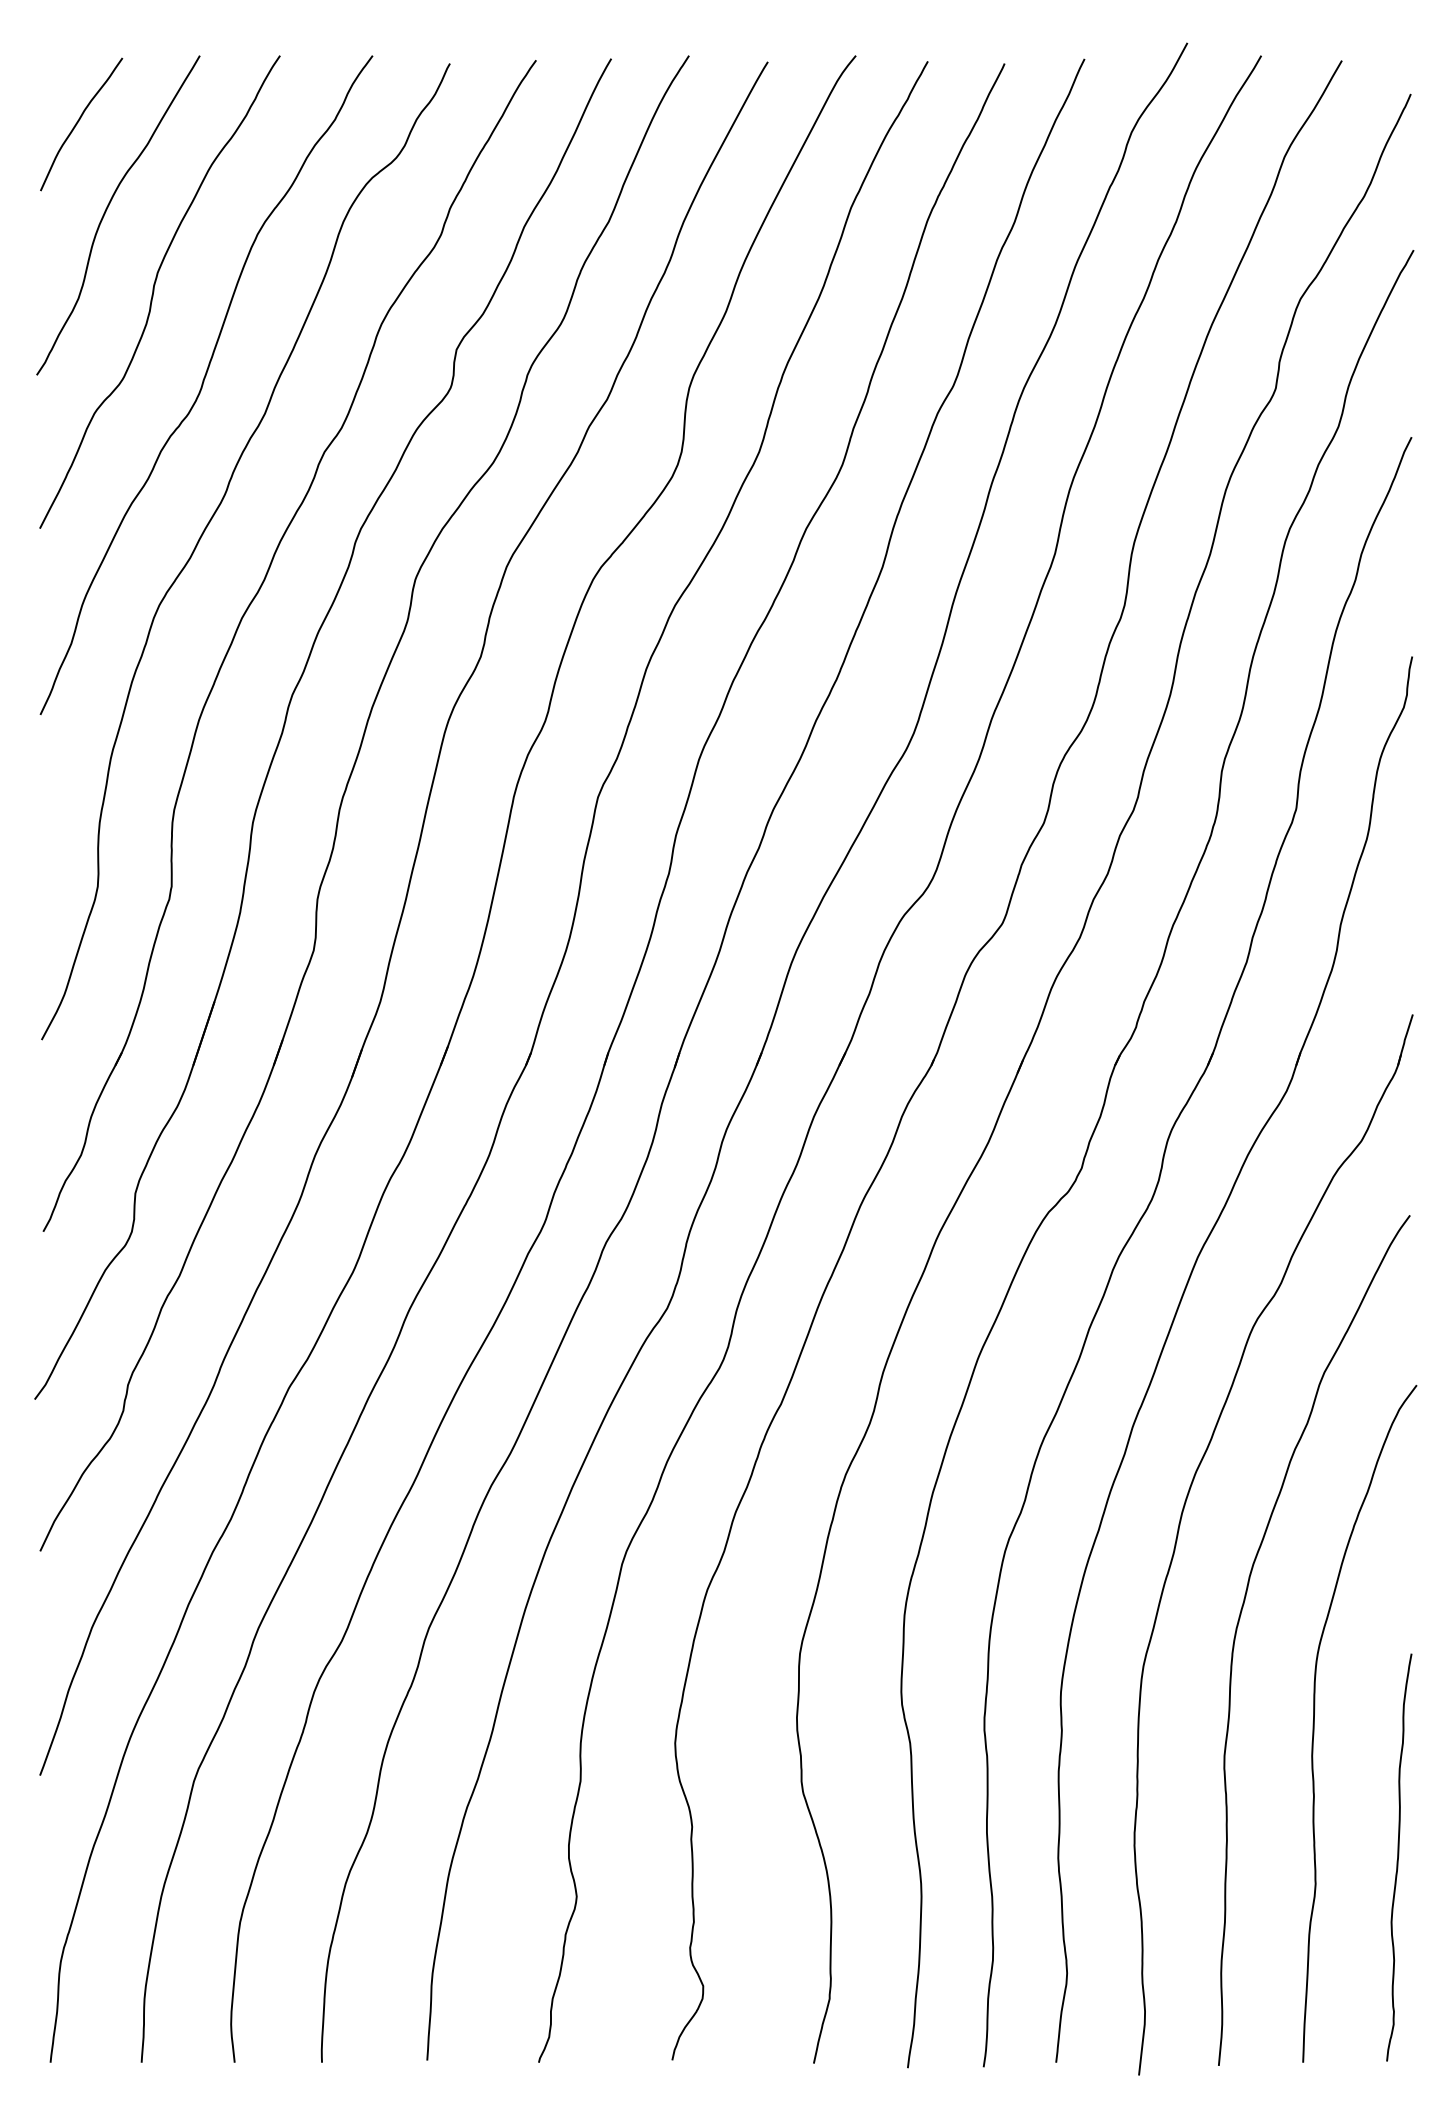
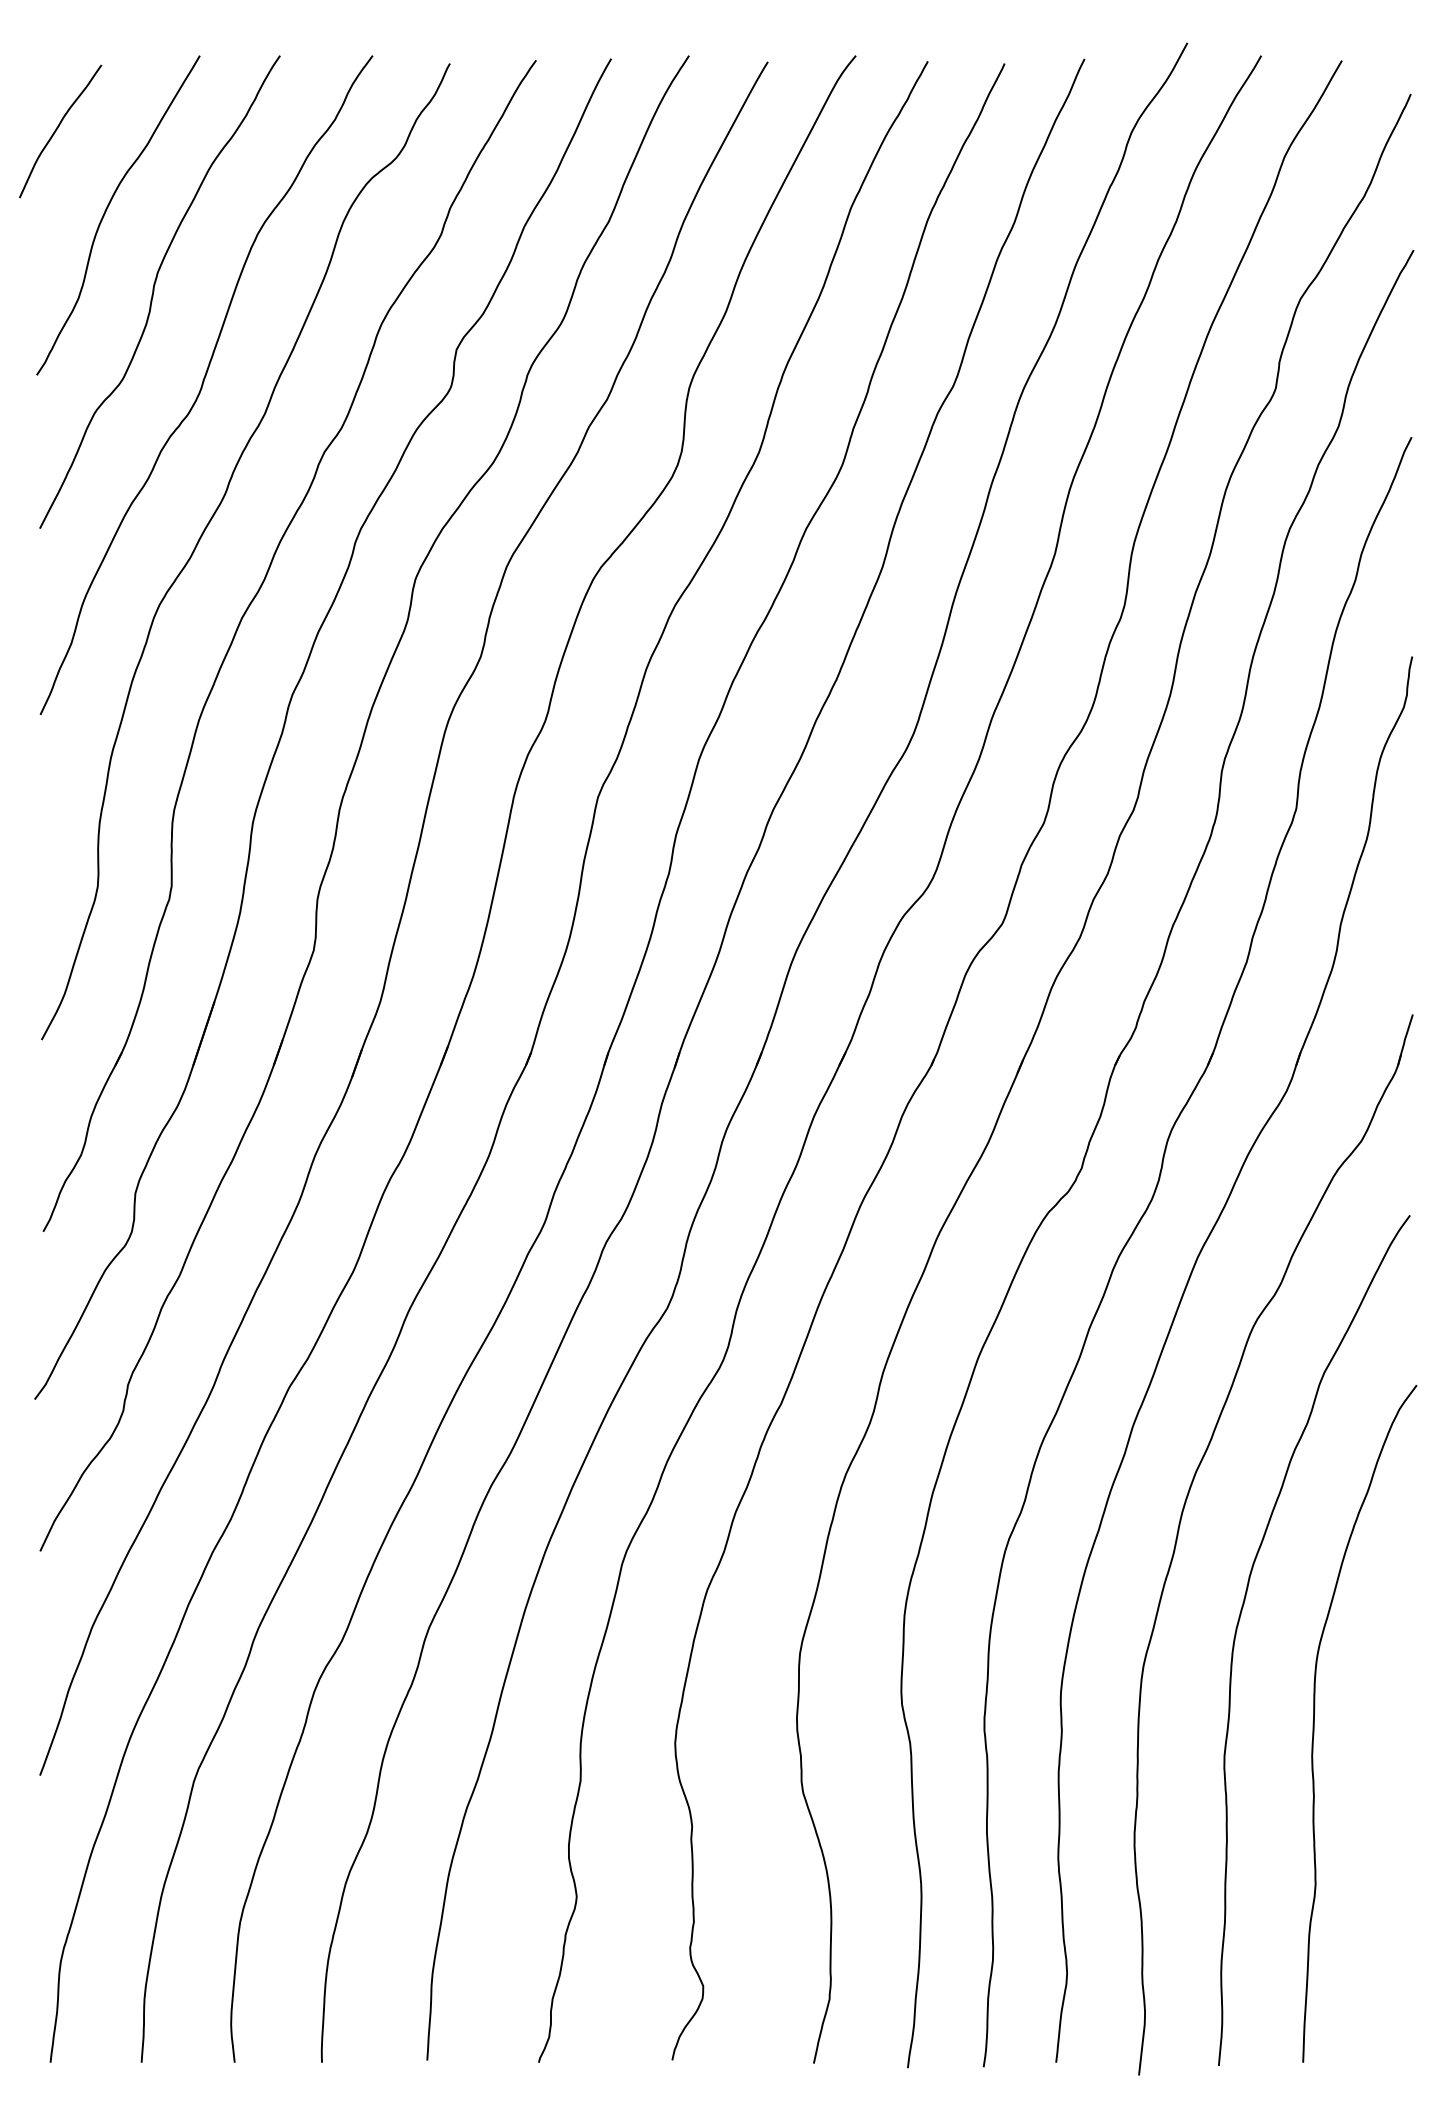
curve at (79, 121) position: (79, 121) -> (58, 128)
curve at (1398, 1857): present -> none
